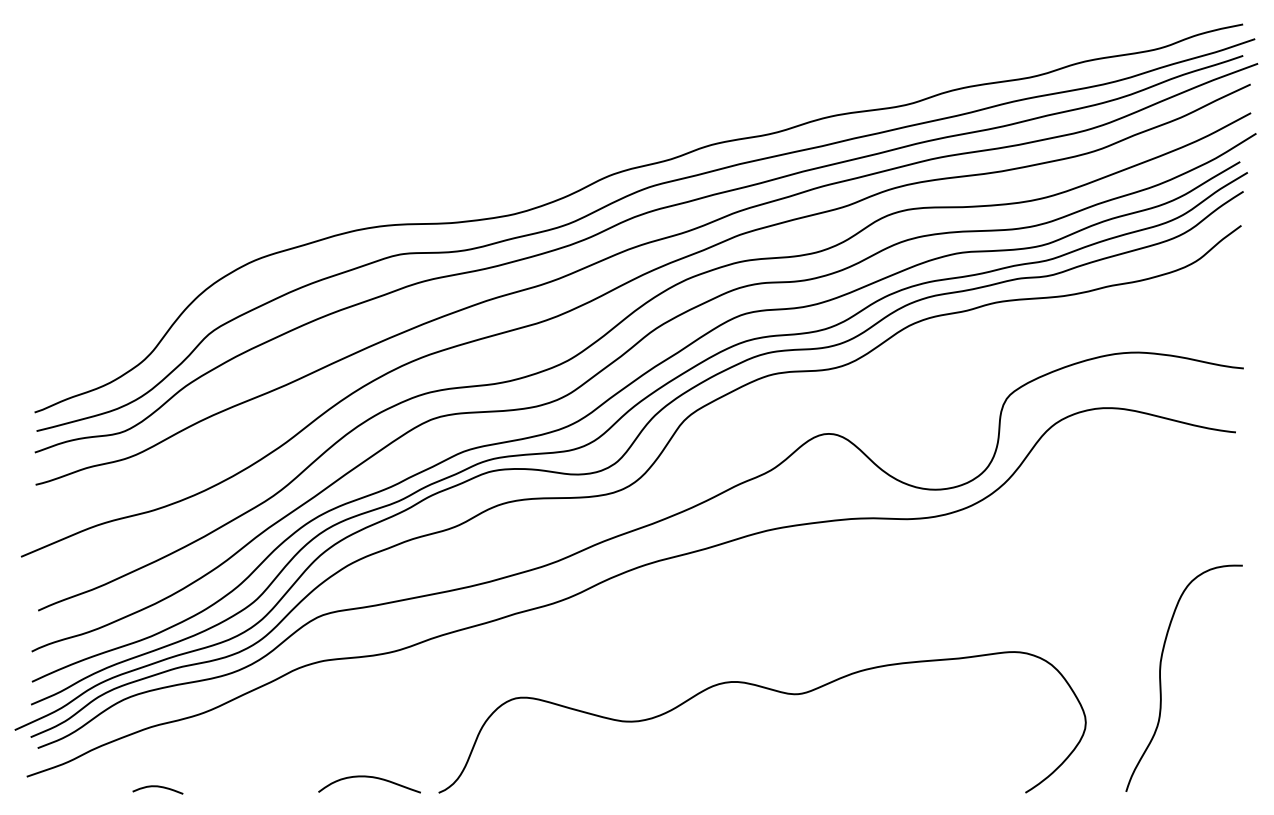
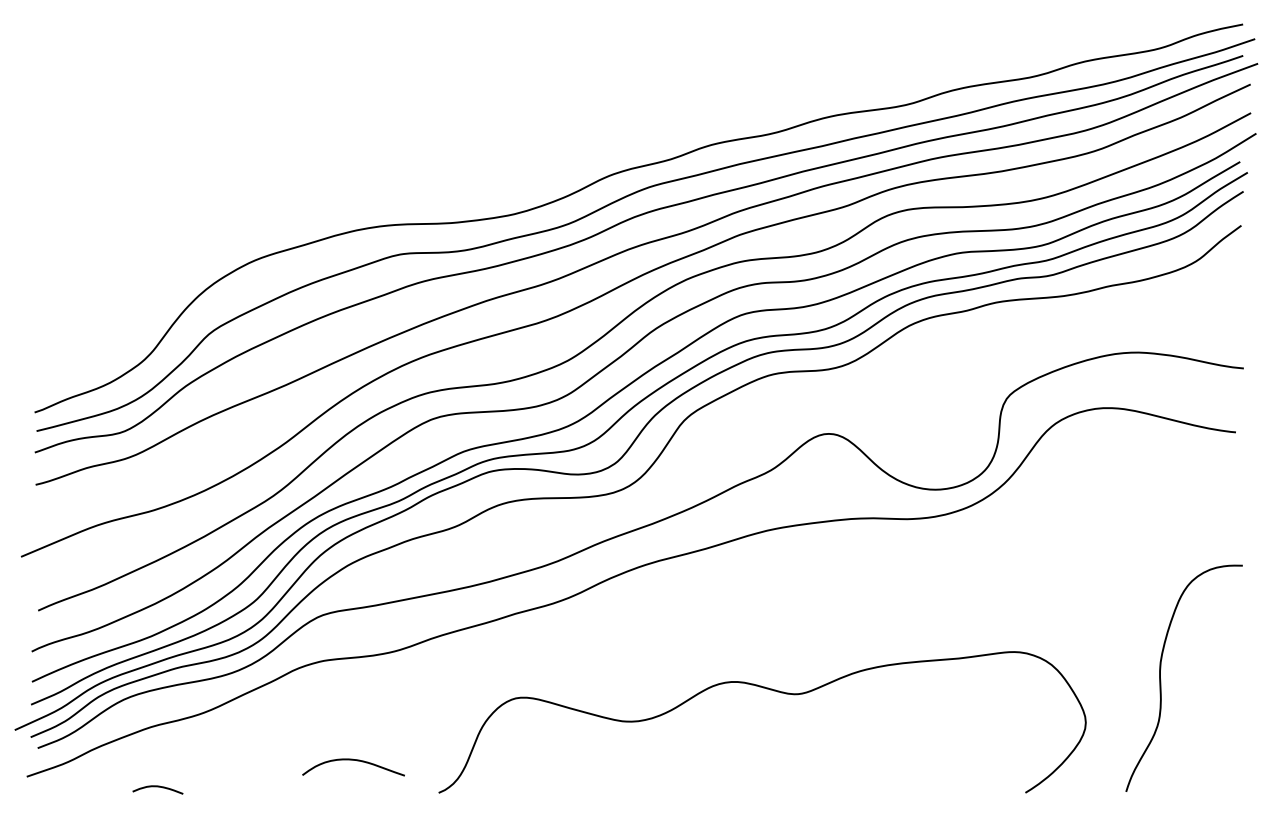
curve at (369, 777) position: (369, 777) -> (353, 760)
